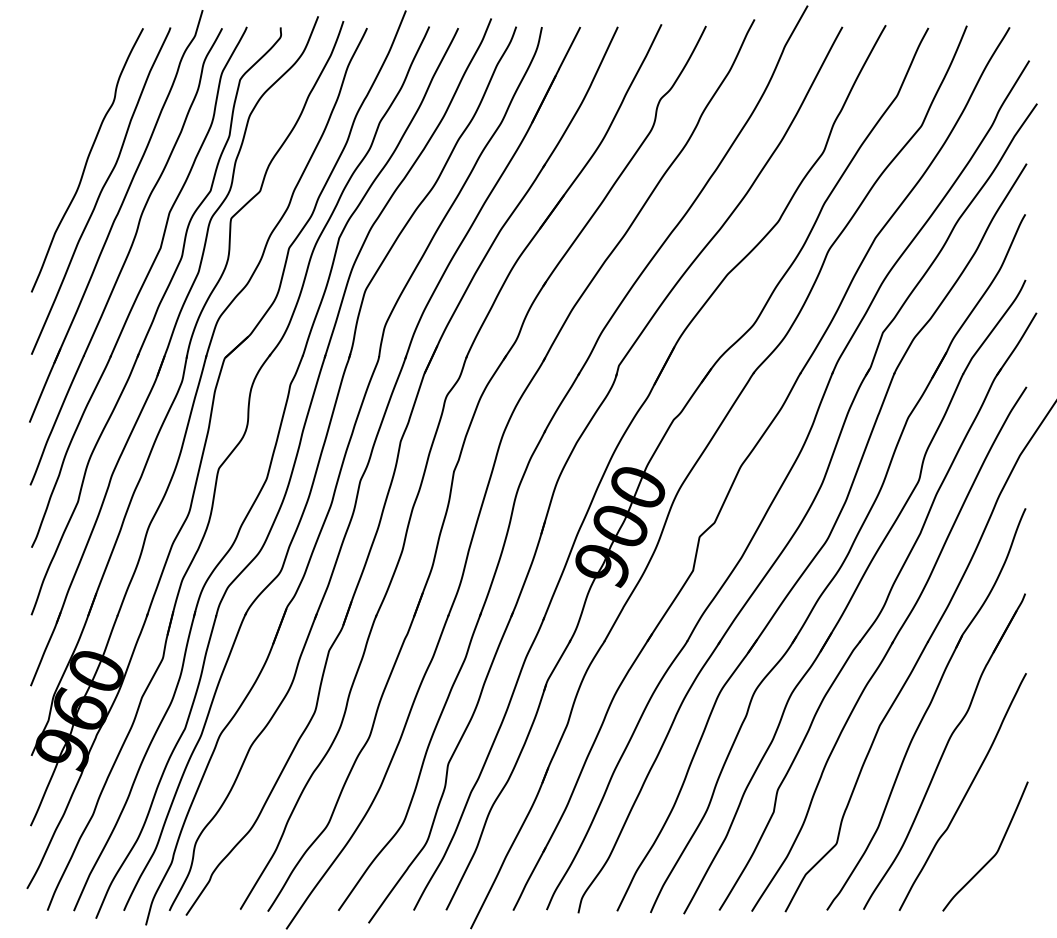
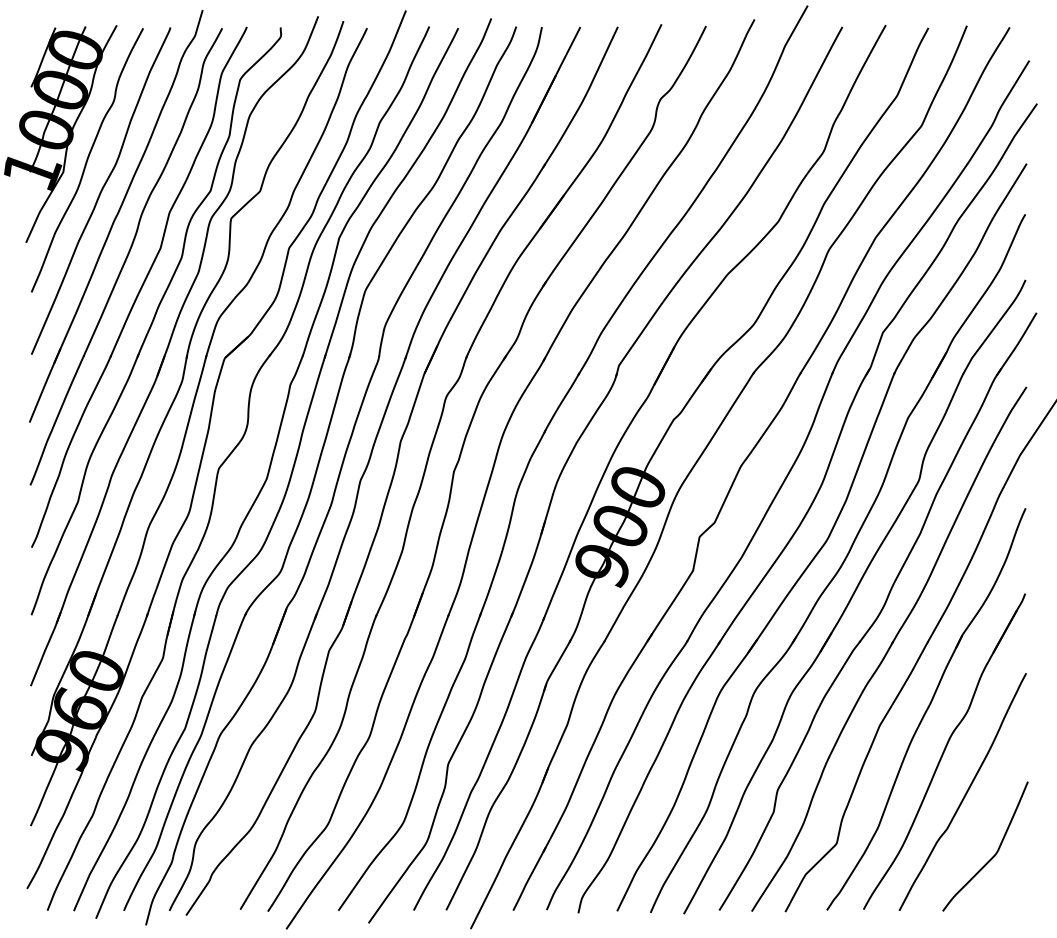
part at (60, 133): none -> present
